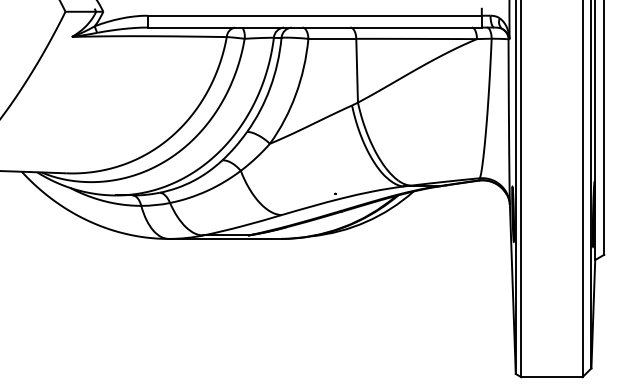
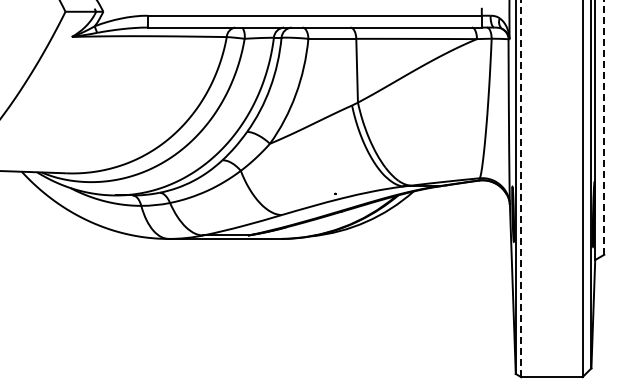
line at (604, 127): solid -> dashed
line at (521, 188): solid -> dashed
